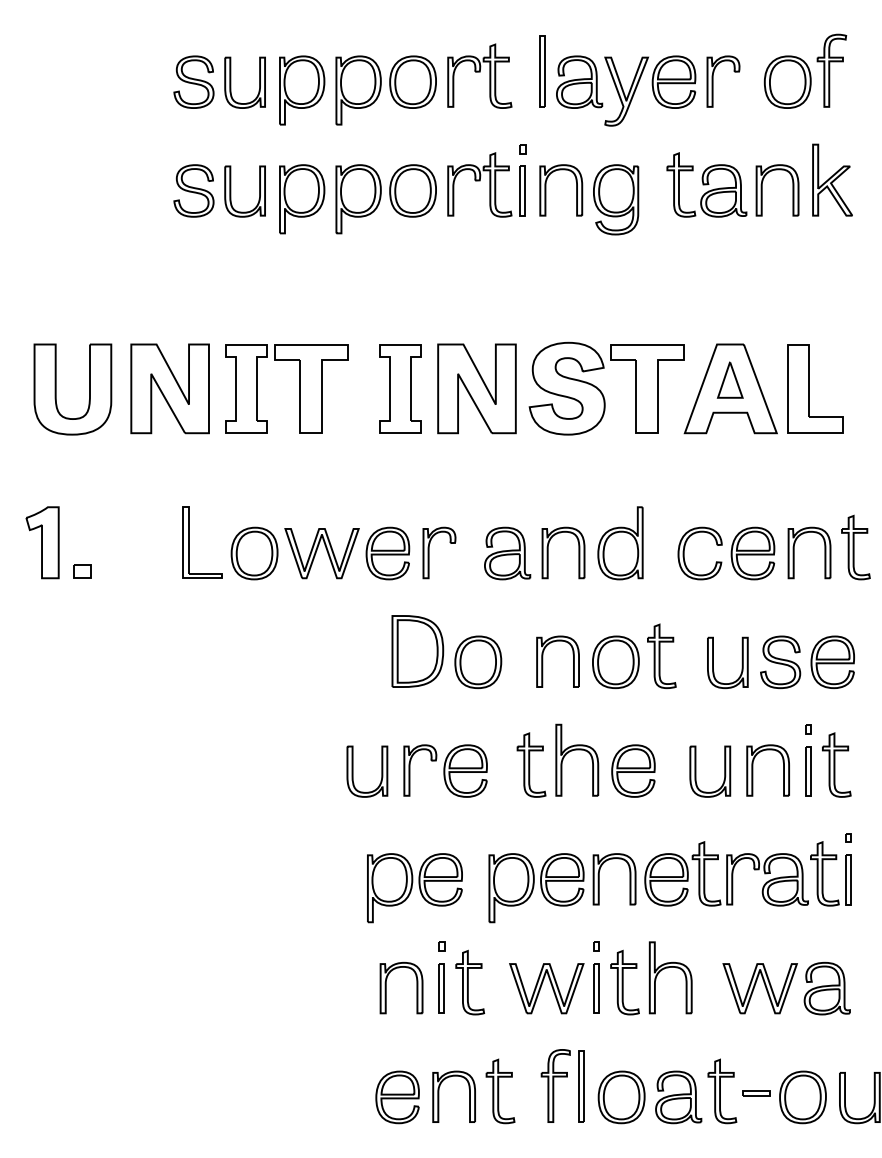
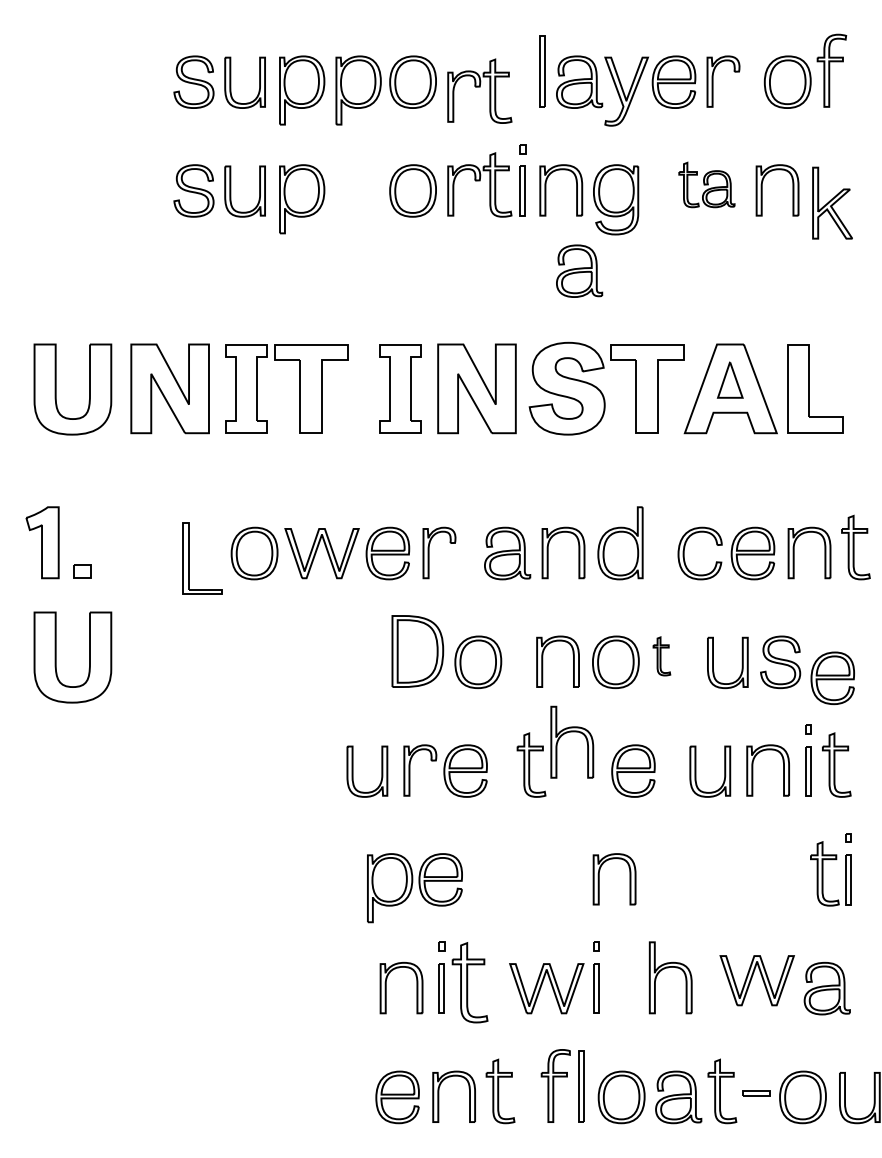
part at (479, 75) position: (479, 75) -> (479, 90)
part at (832, 179) position: (832, 179) -> (832, 202)
part at (706, 184) size: 82x66 px -> 58x48 px
part at (358, 199): present -> none
part at (579, 270): none -> present
part at (189, 542) position: (189, 542) -> (189, 558)
part at (661, 656) size: 30x67 px -> 20x41 px
part at (56, 657): none -> present
part at (832, 662) position: (832, 662) -> (832, 678)
part at (577, 750) position: (577, 750) -> (572, 732)
part at (726, 873): present -> none
part at (536, 888): present -> none
part at (470, 982) size: 31x67 px -> 38x82 px
part at (624, 982): present -> none
part at (759, 988) position: (759, 988) -> (756, 980)
